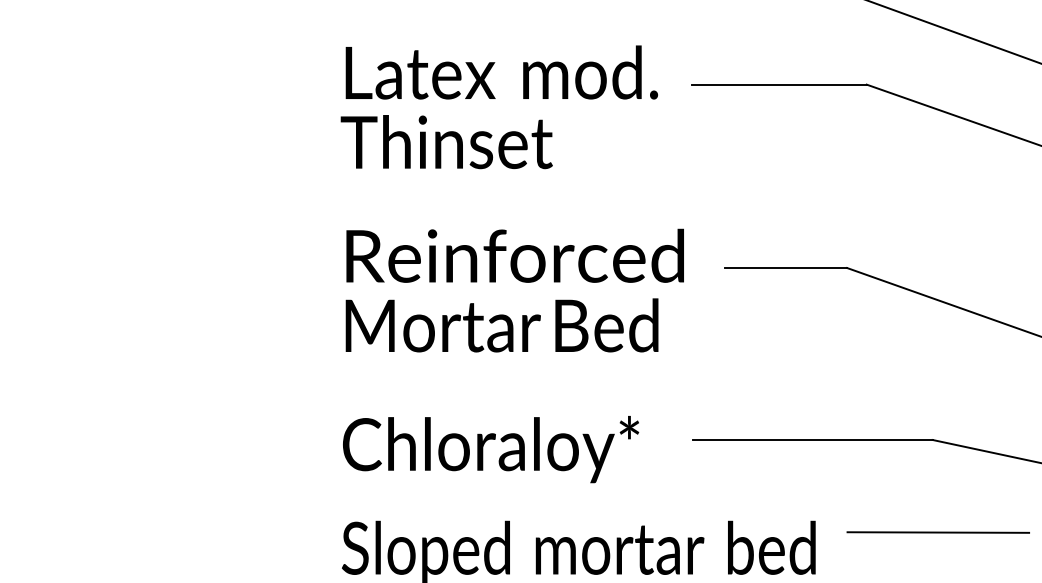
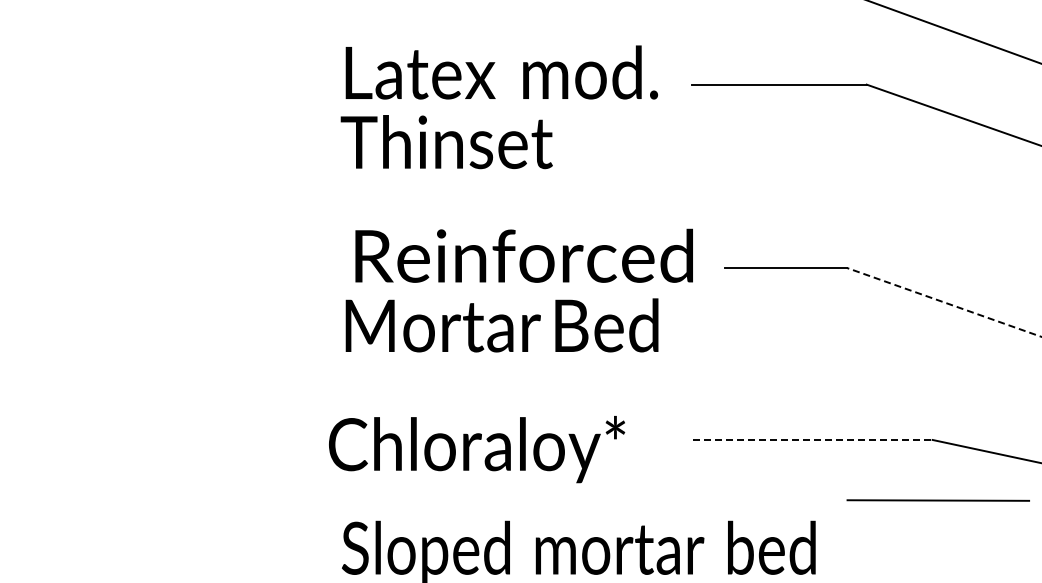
text at (514, 255) position: (514, 255) -> (523, 255)
line at (944, 302): solid -> dashed
line at (812, 439): solid -> dashed
text at (491, 449) position: (491, 449) -> (477, 449)
line at (937, 532) position: (937, 532) -> (937, 500)
